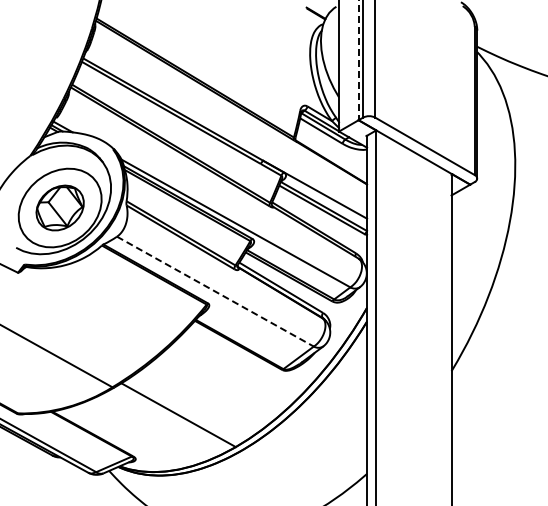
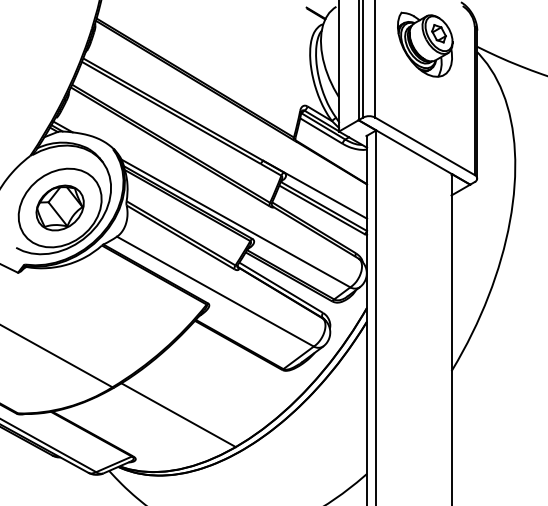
part at (425, 44): none -> present
line at (358, 60): dashed -> solid
line at (215, 291): dashed -> solid
